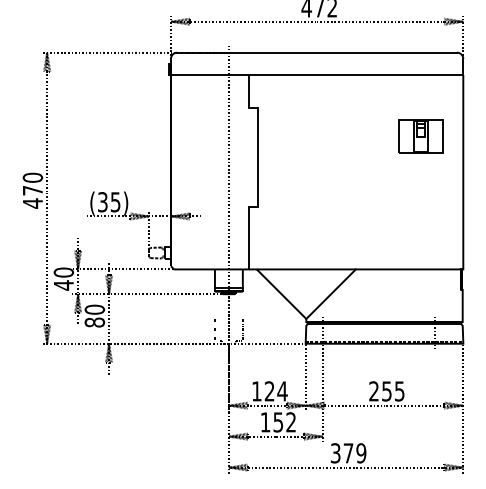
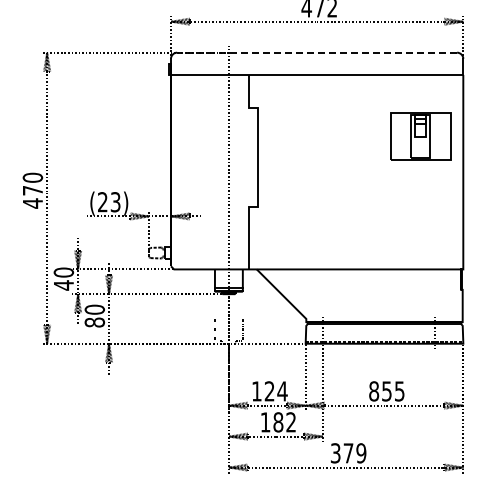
line at (317, 52): solid -> dashed
part at (420, 136) size: 46x35 px -> 62x49 px
text at (109, 202): (35) -> (23)
line at (330, 293): present -> none
text at (374, 391): 255 -> 855
text at (278, 422): 152 -> 182
